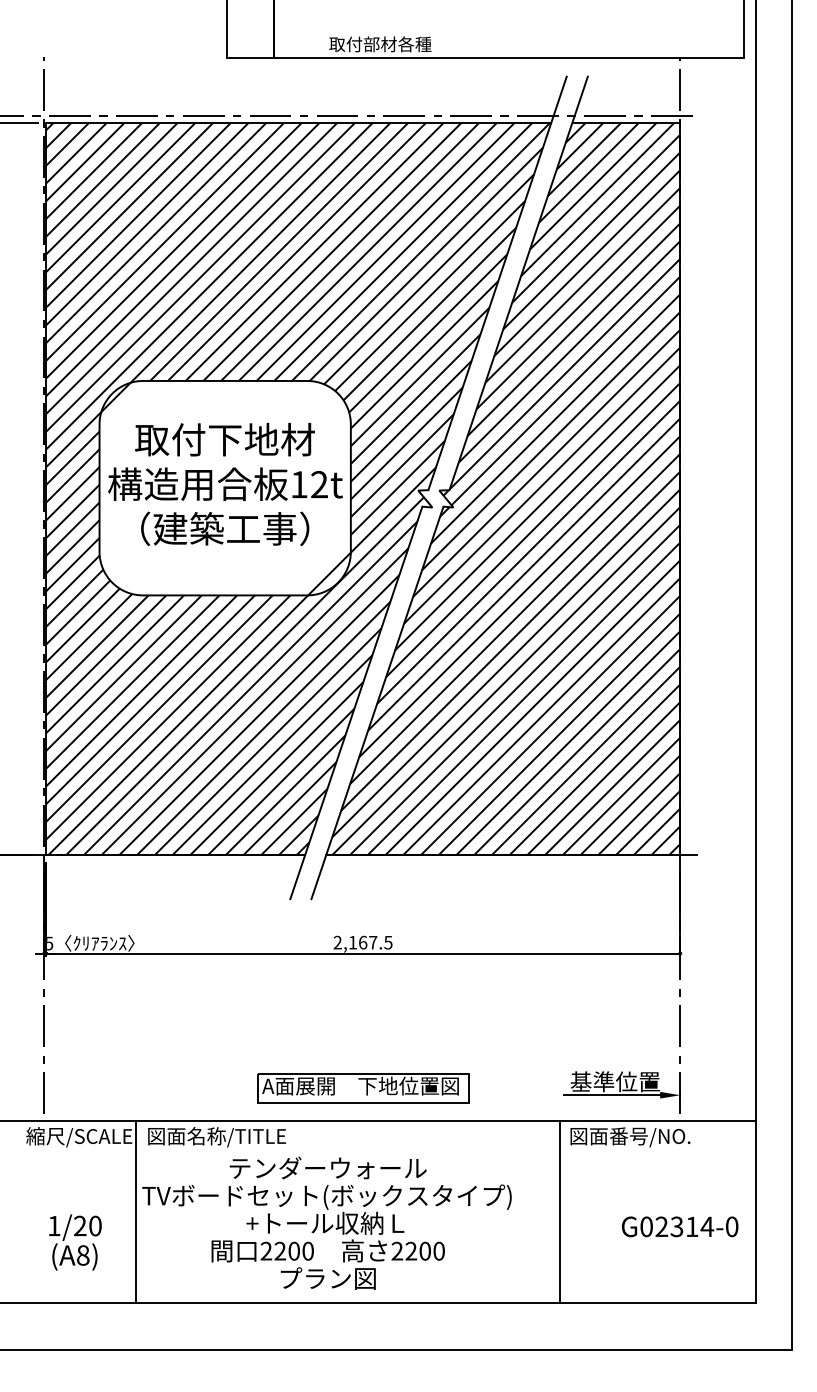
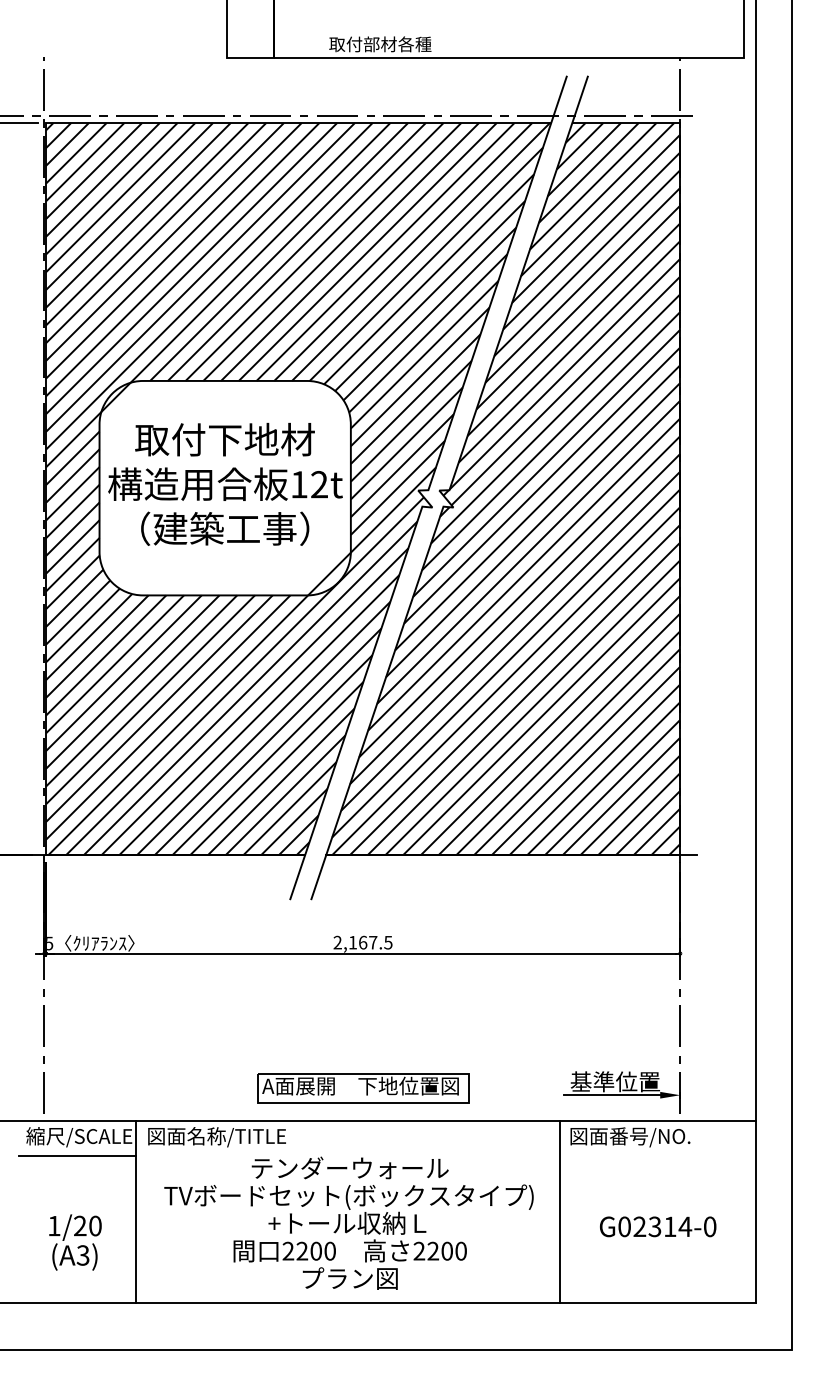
line at (77, 1155): none -> present
text at (326, 1222) position: (326, 1222) -> (348, 1222)
text at (680, 1226) position: (680, 1226) -> (658, 1226)
text at (82, 1255): (A8) -> (A3)
